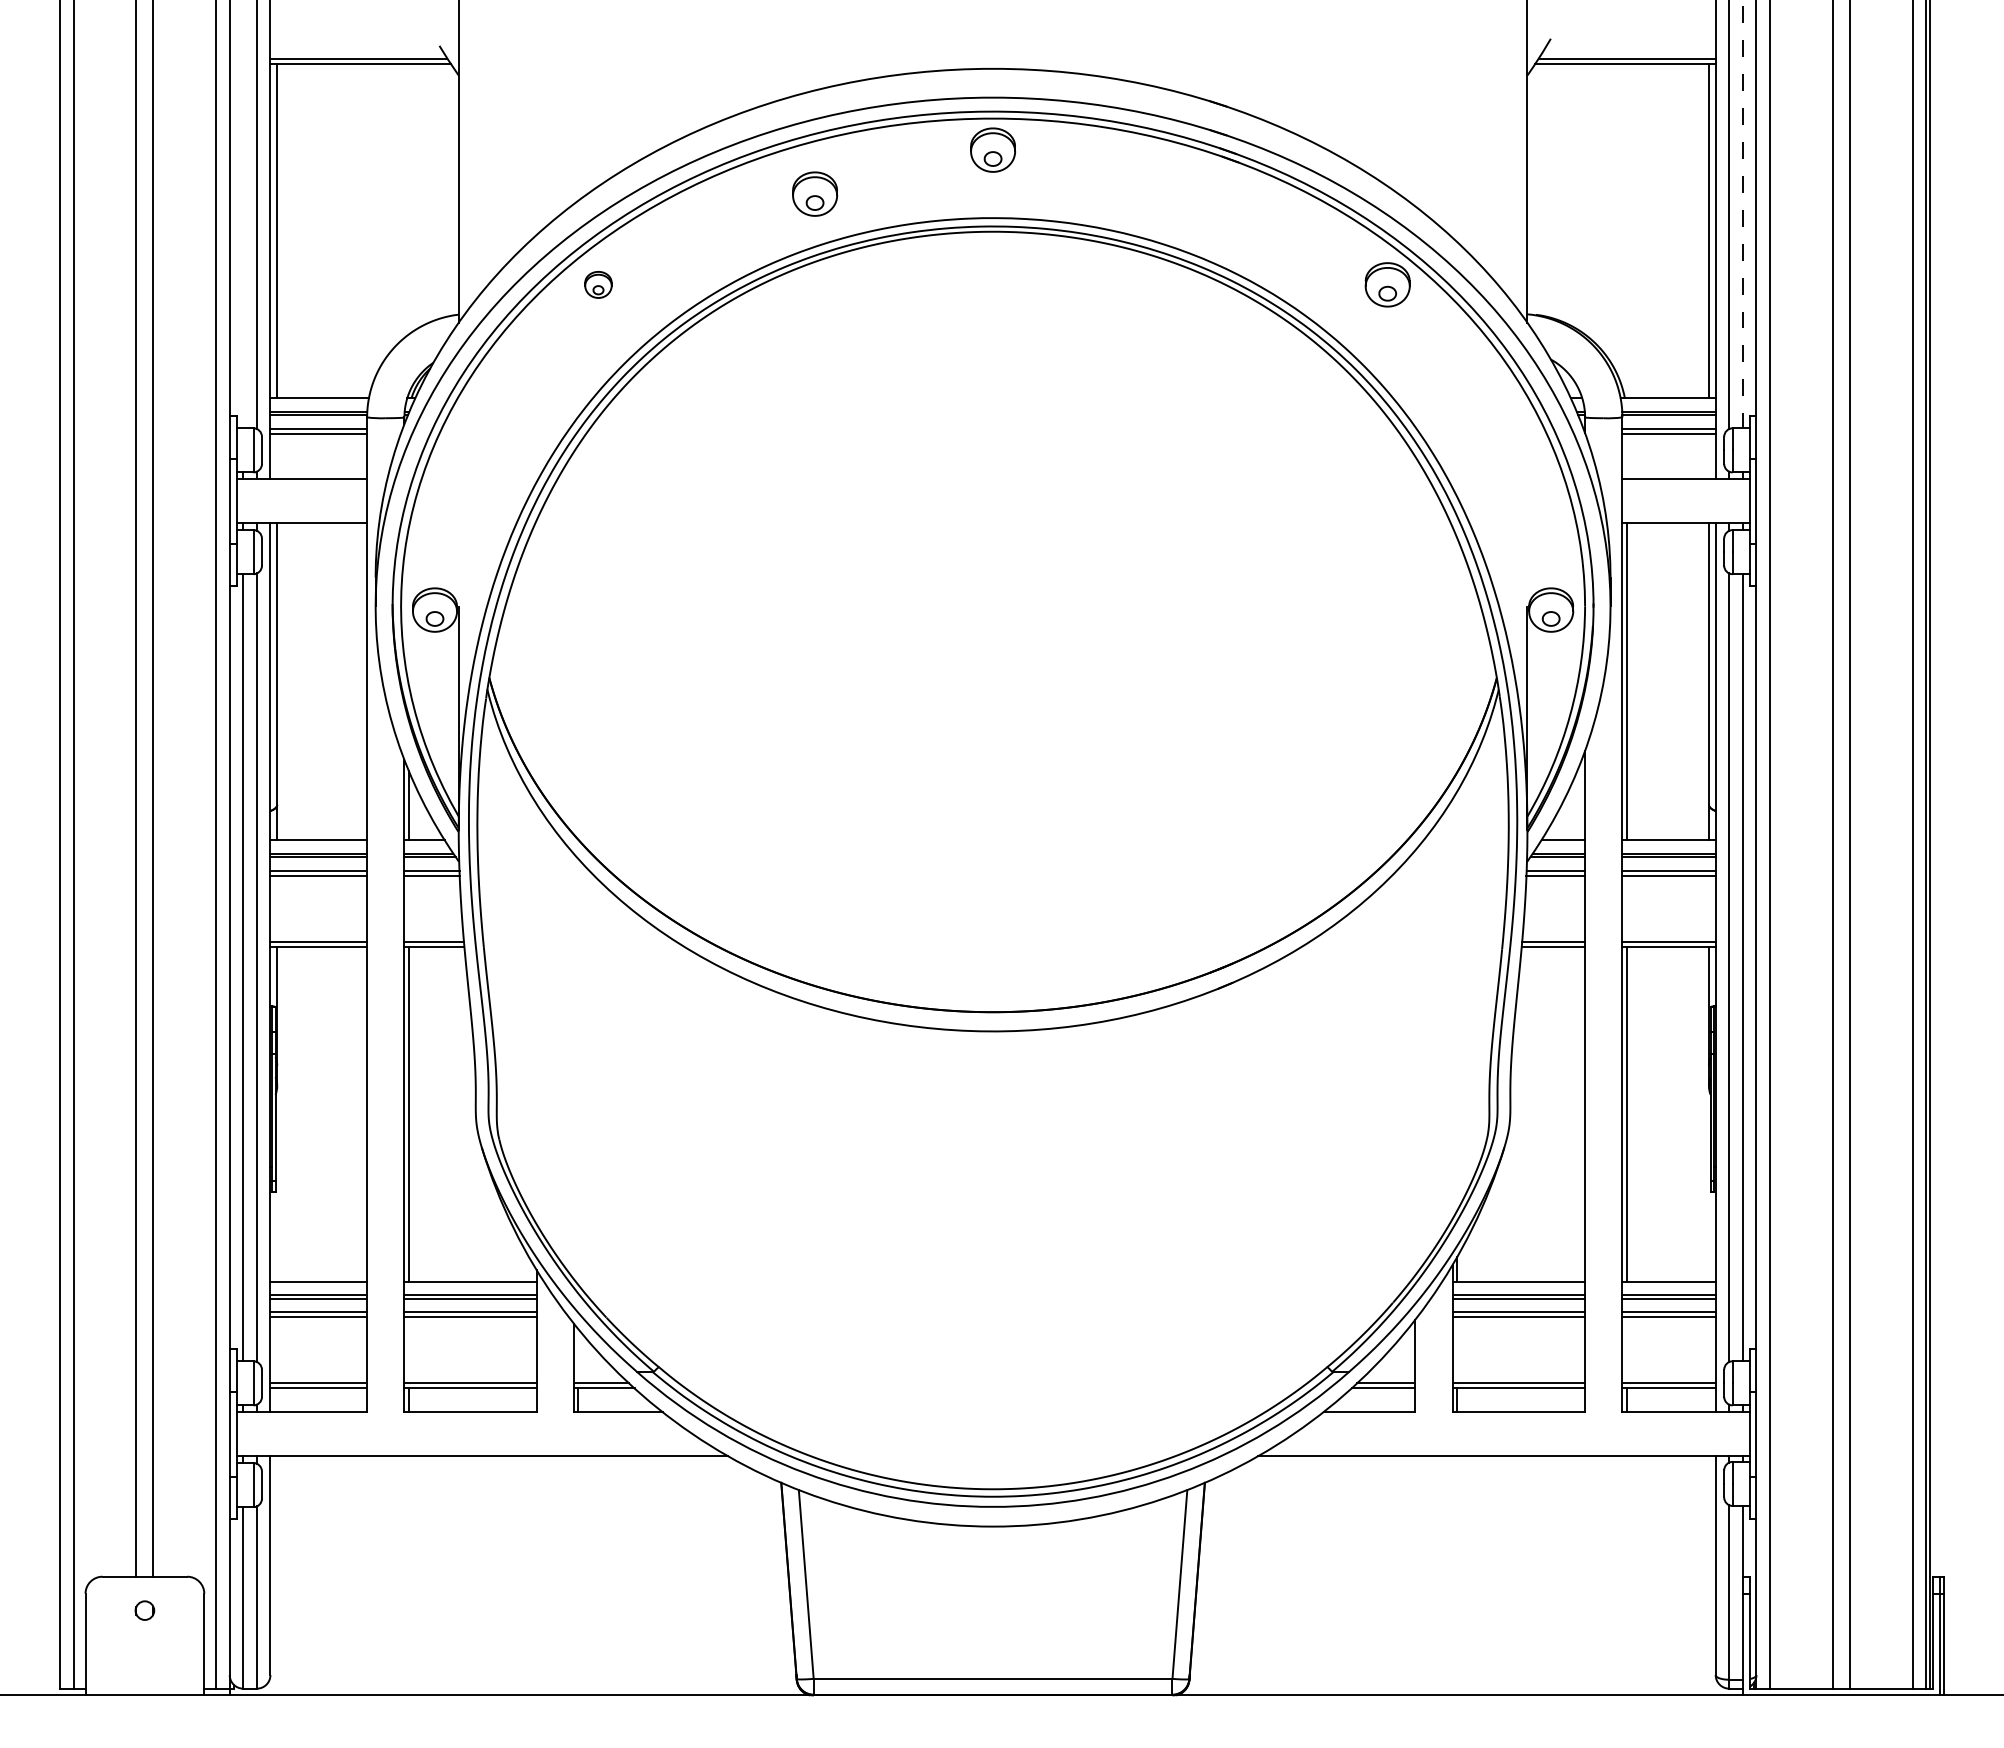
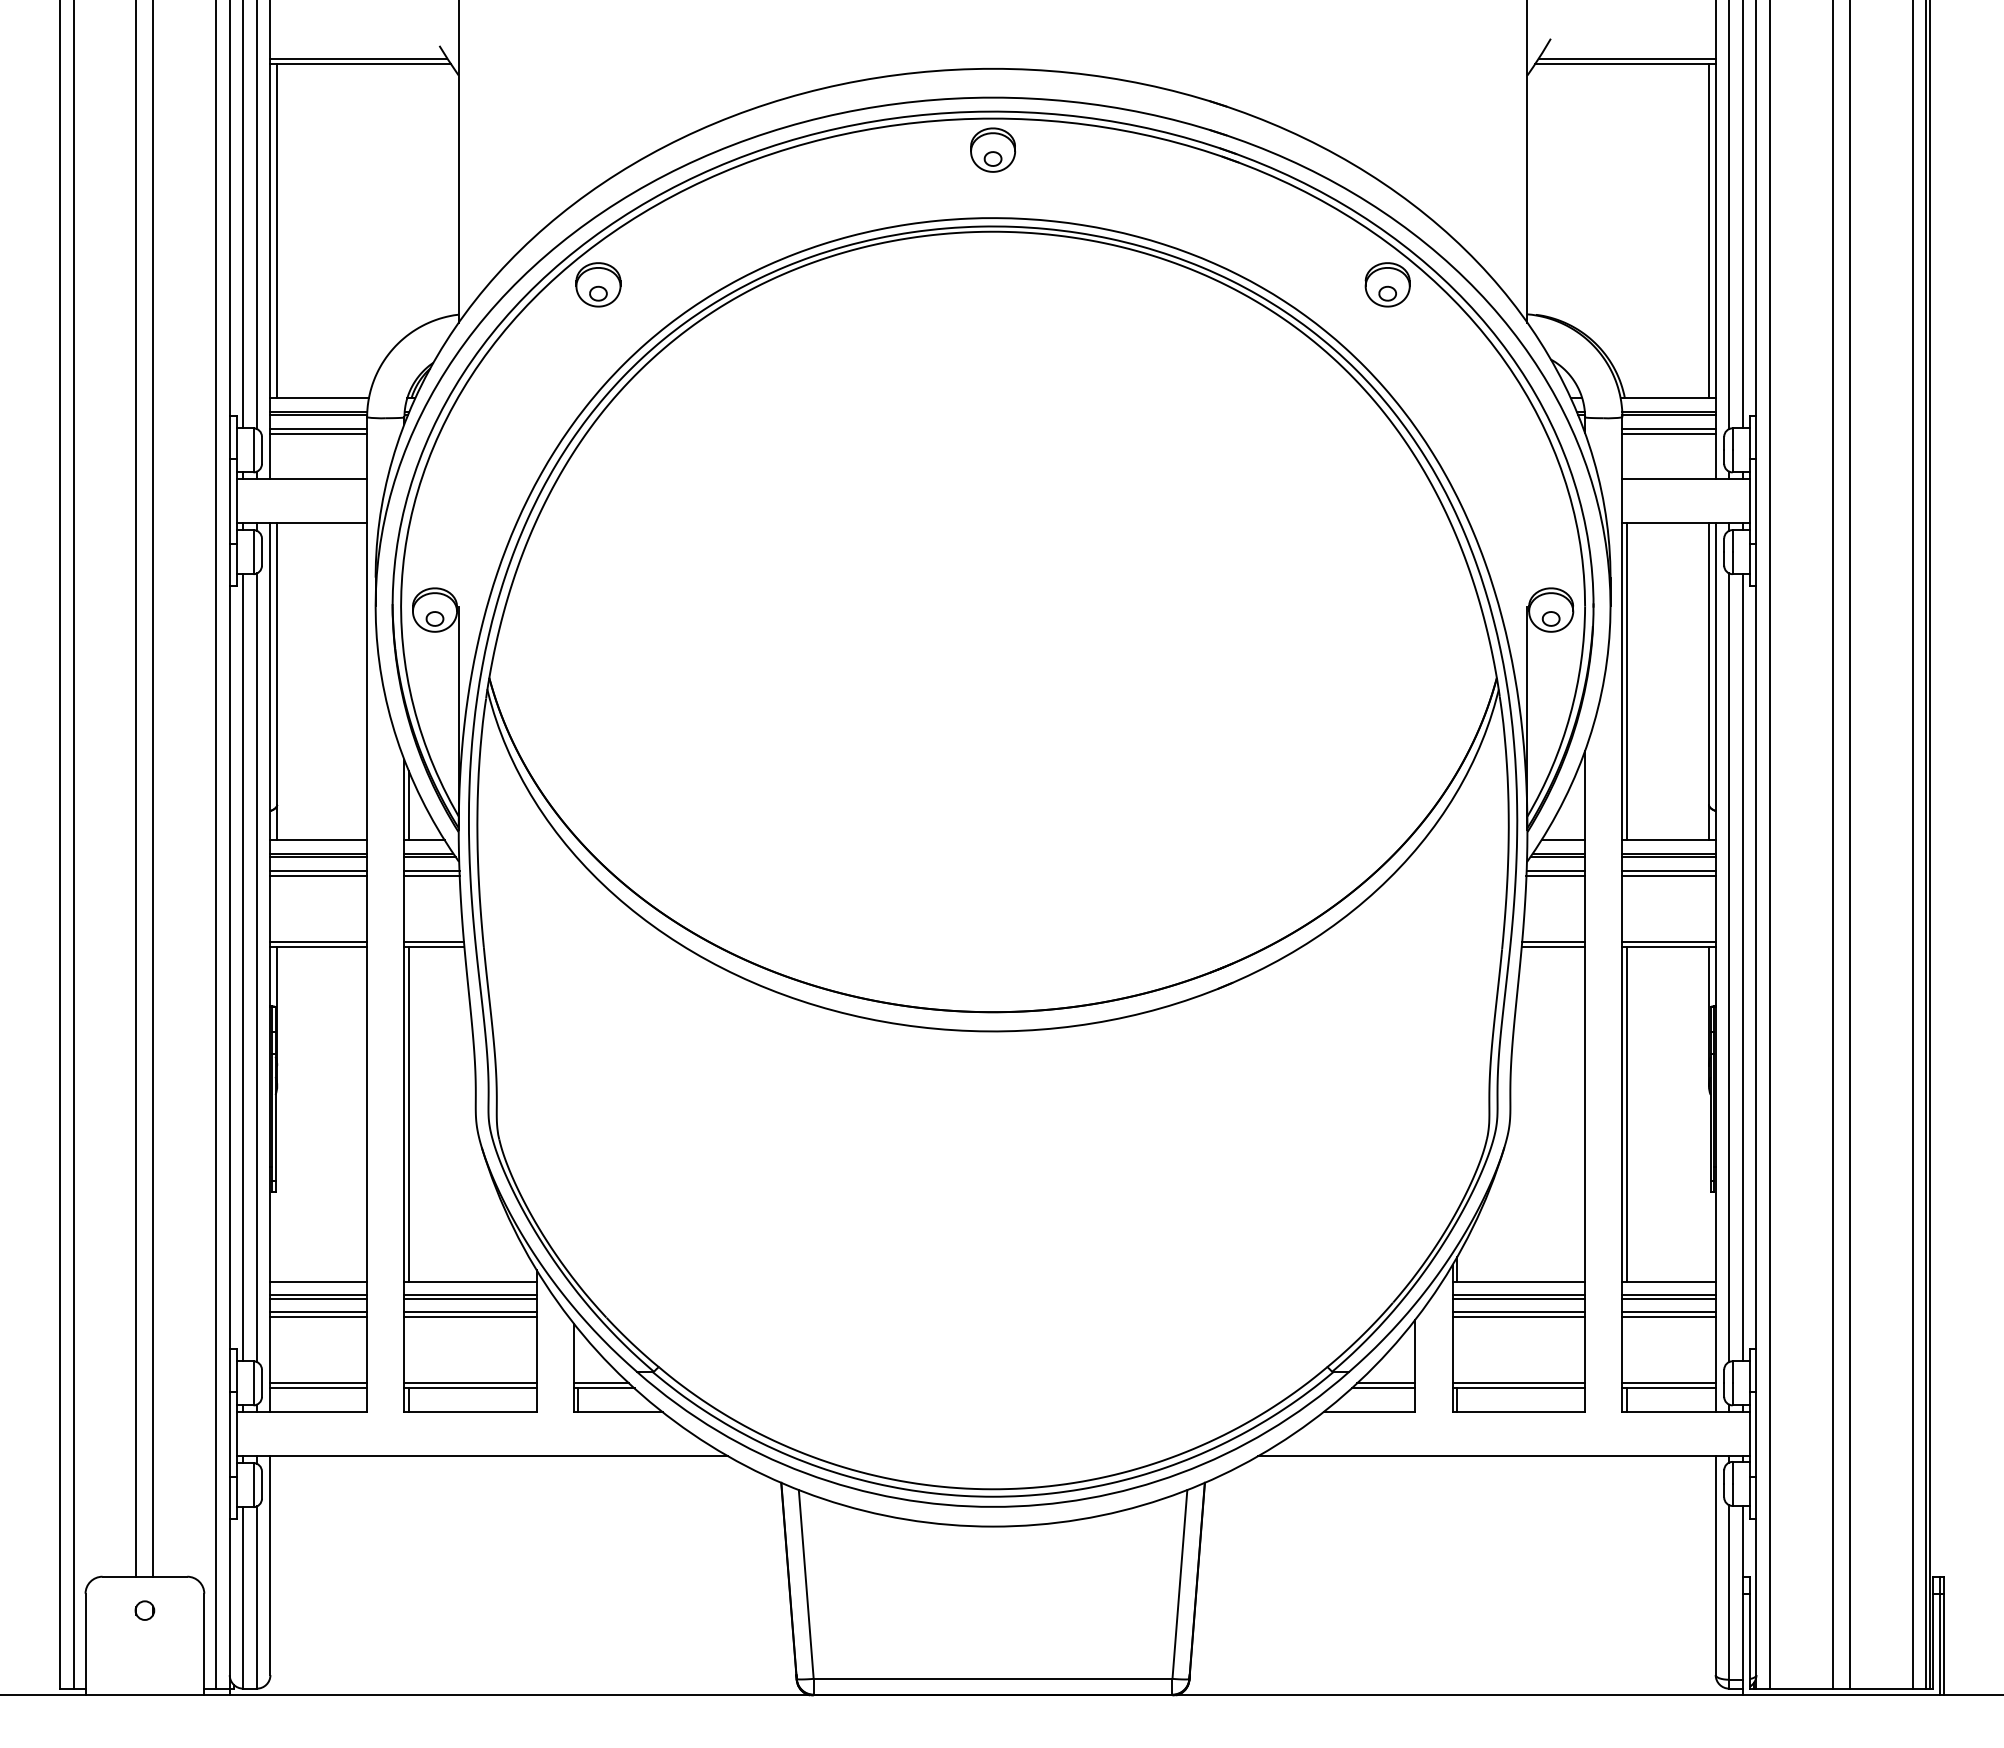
part at (815, 193): present -> none
line at (1742, 214): dashed -> solid
line at (243, 215): none -> present
part at (598, 284) size: 29x28 px -> 47x46 px
